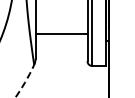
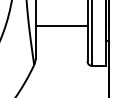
line at (61, 34) position: (61, 34) -> (61, 26)
arc at (25, 81): dashed -> solid
